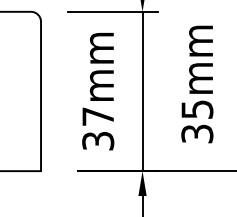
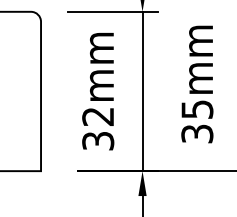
text at (97, 116): 37mm -> 32mm
